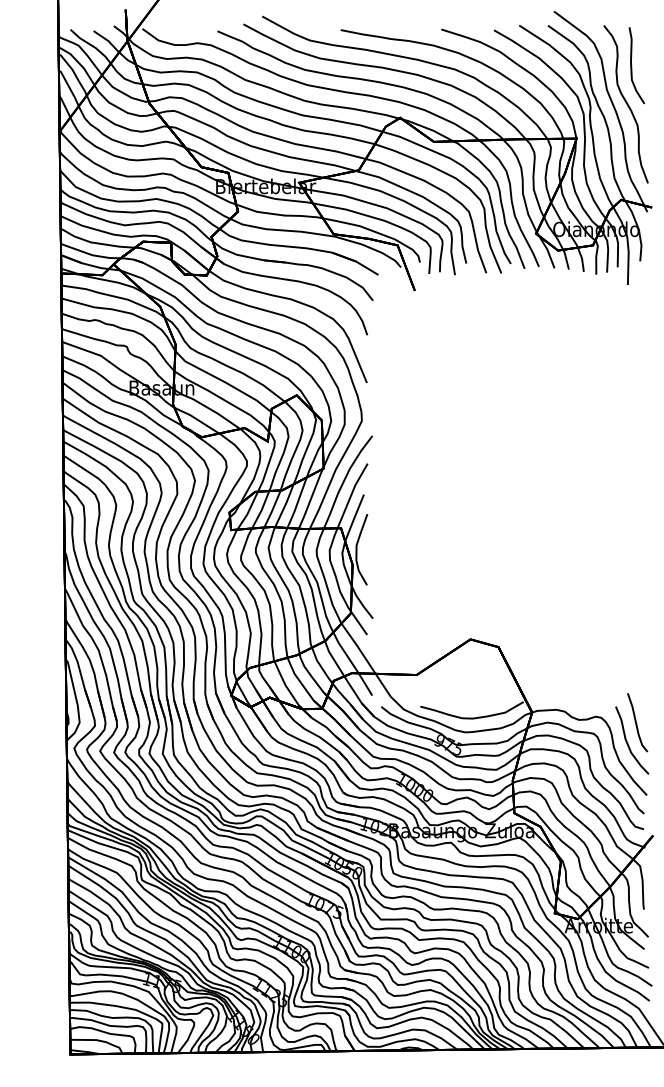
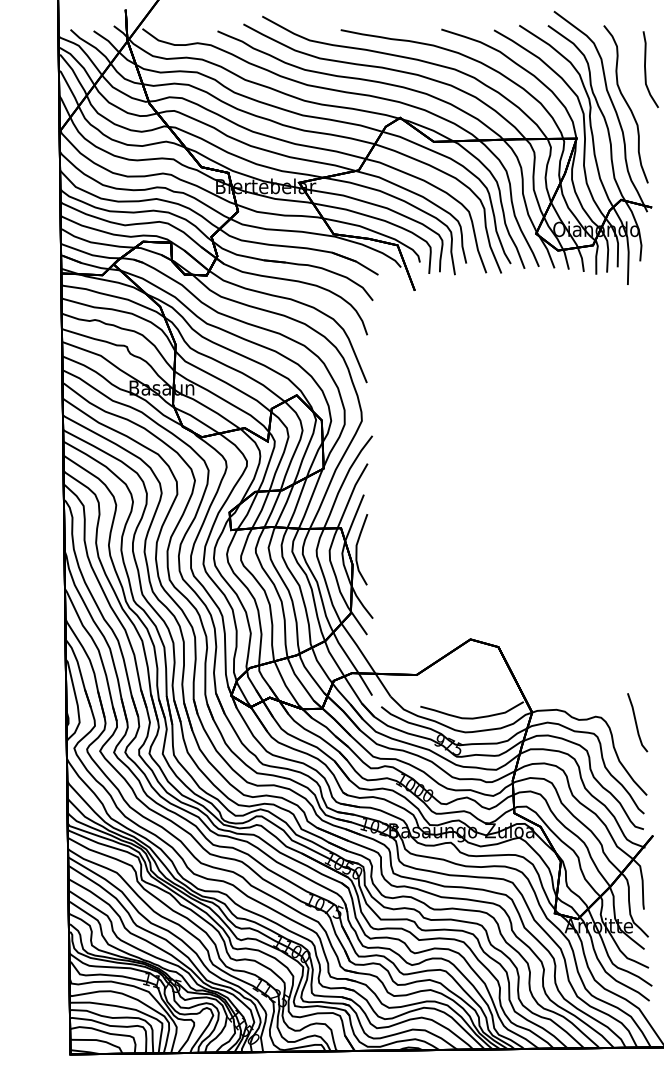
curve at (632, 65) position: (632, 65) -> (646, 69)
curve at (627, 740): present -> none
